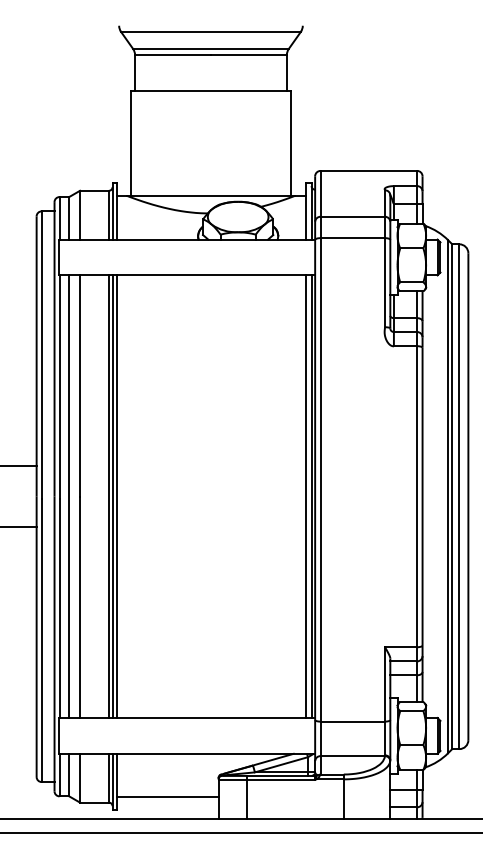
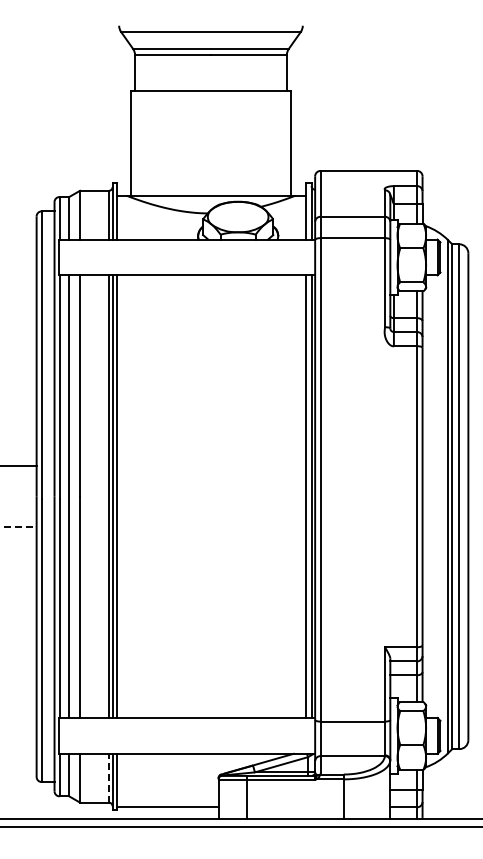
line at (18, 527): solid -> dashed
line at (108, 777): solid -> dashed
line at (167, 797) position: (167, 797) -> (167, 807)
line at (240, 833) position: (240, 833) -> (240, 827)
